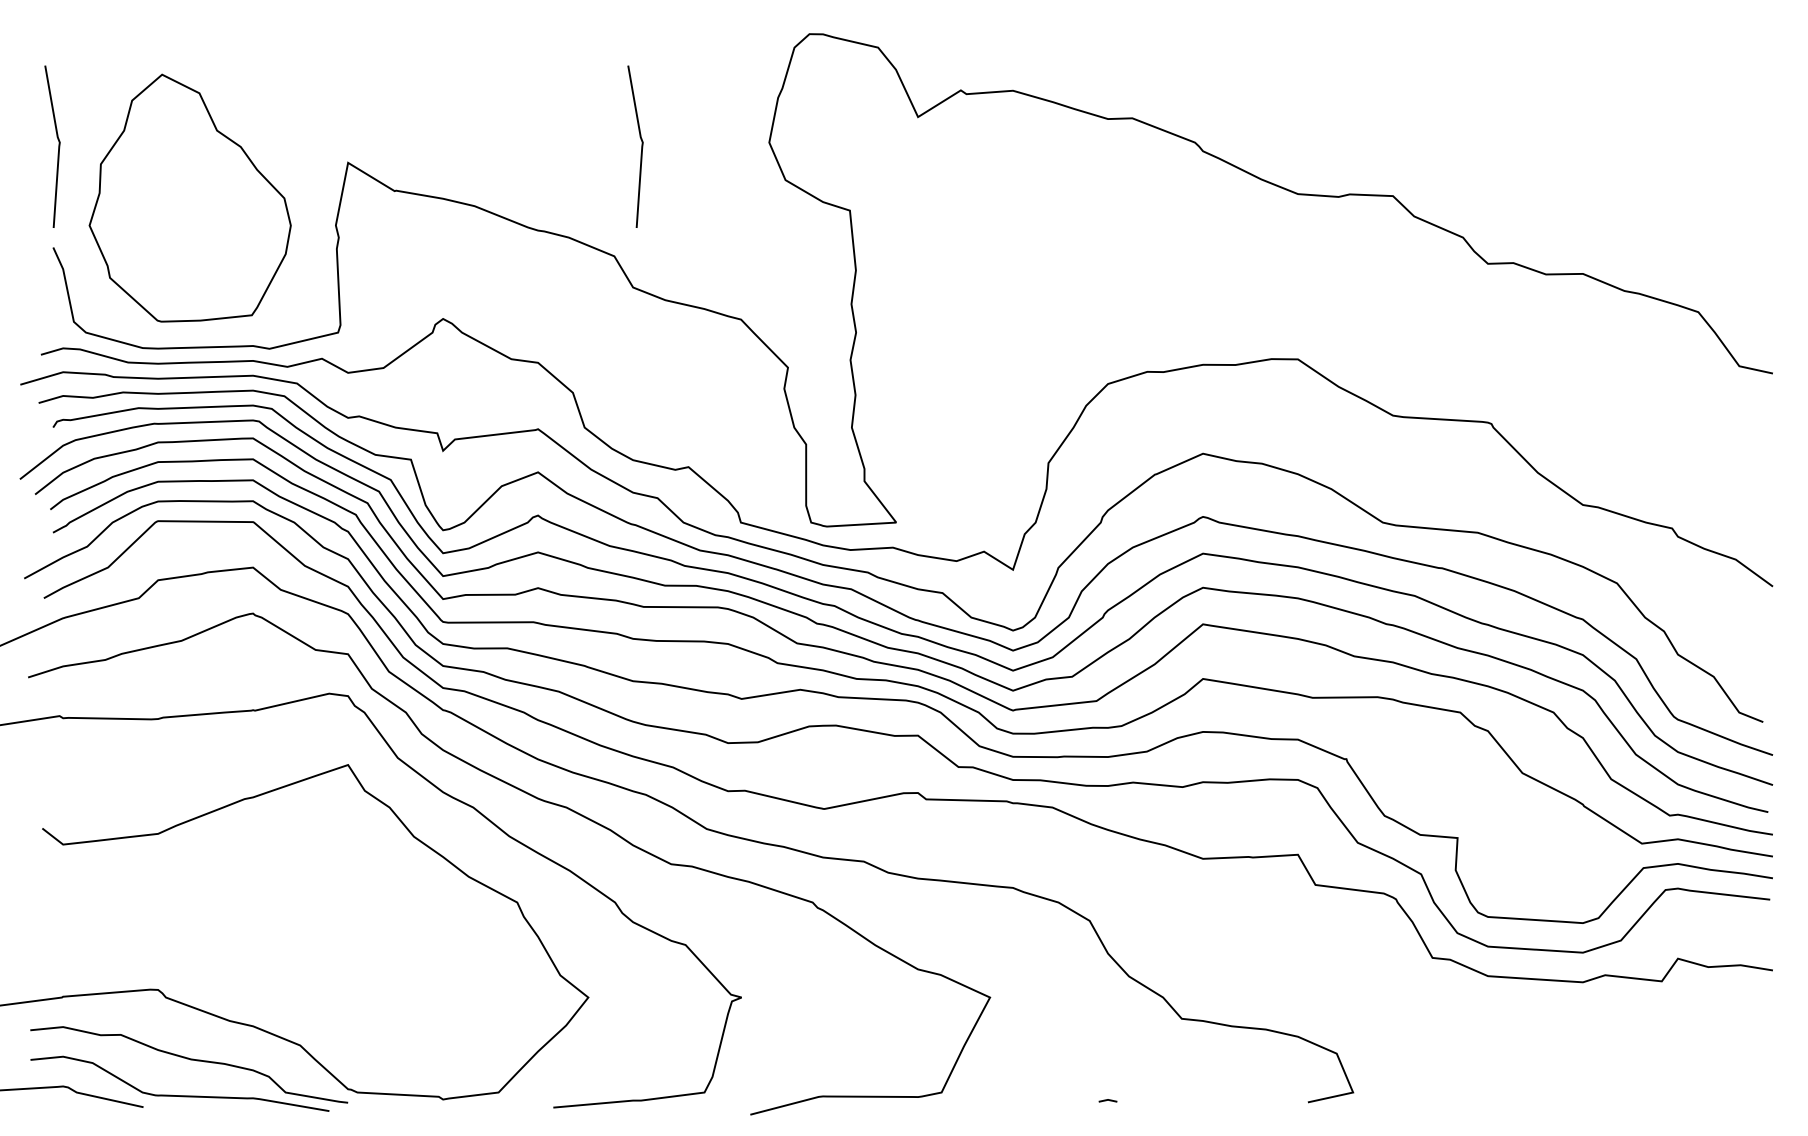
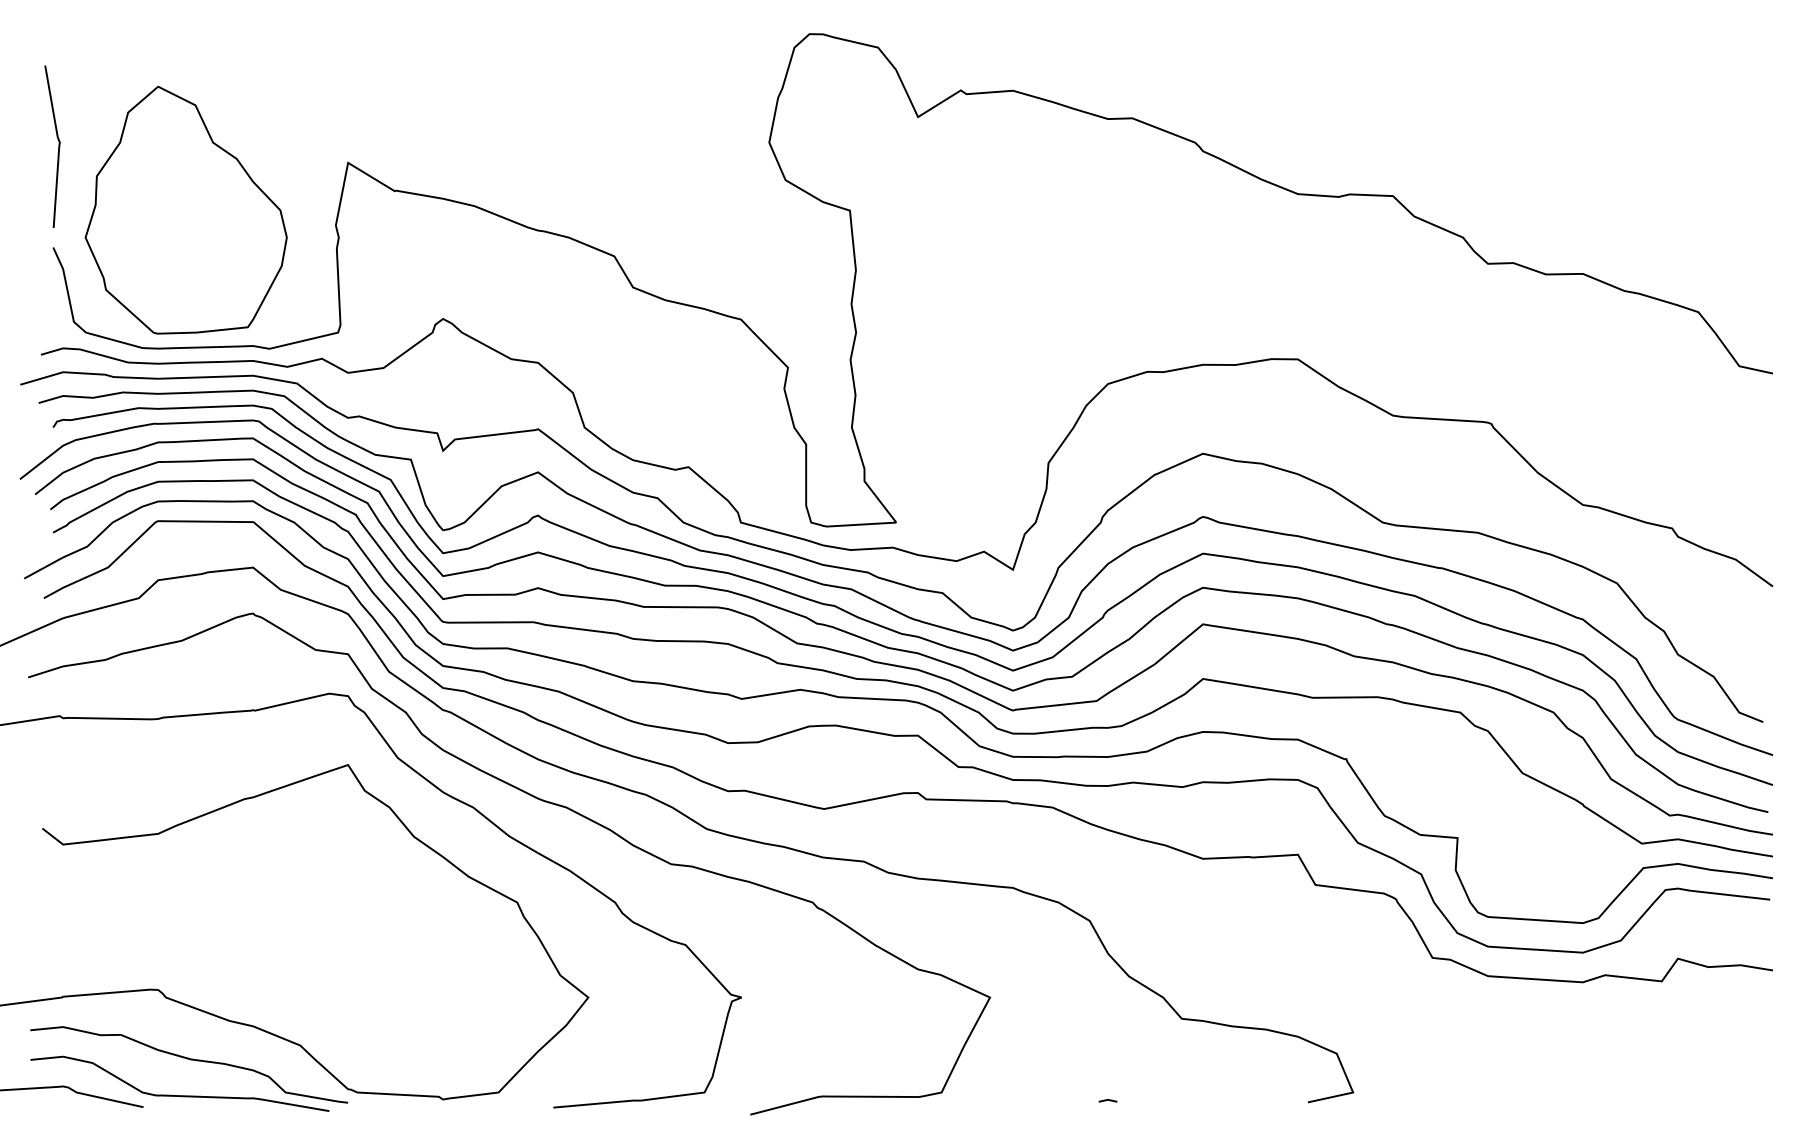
line at (641, 146): present -> none
part at (189, 197) position: (189, 197) -> (185, 209)
